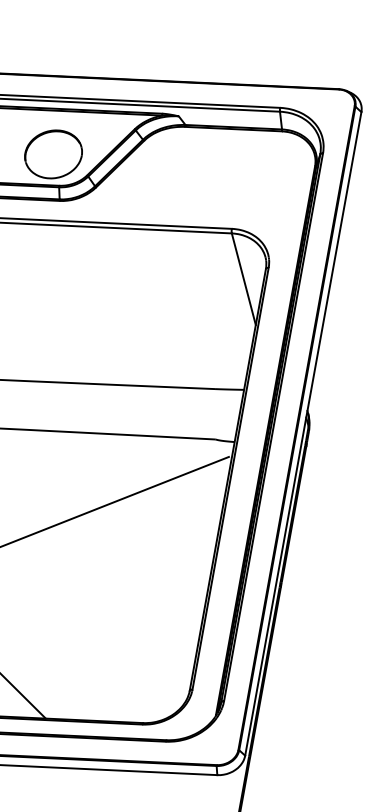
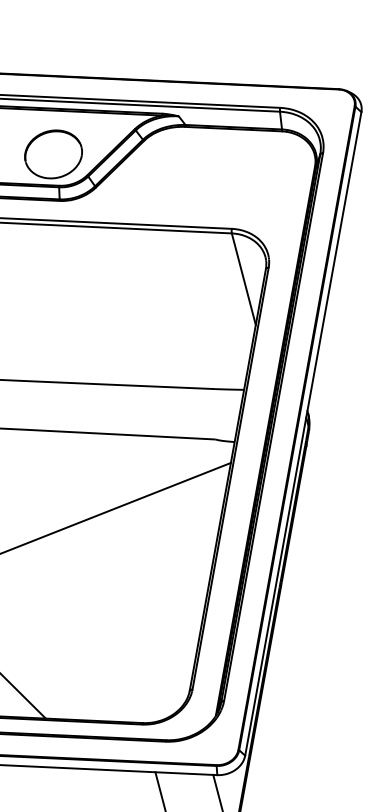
line at (115, 501) position: (115, 501) -> (116, 507)
line at (159, 790): none -> present
line at (217, 791): none -> present
